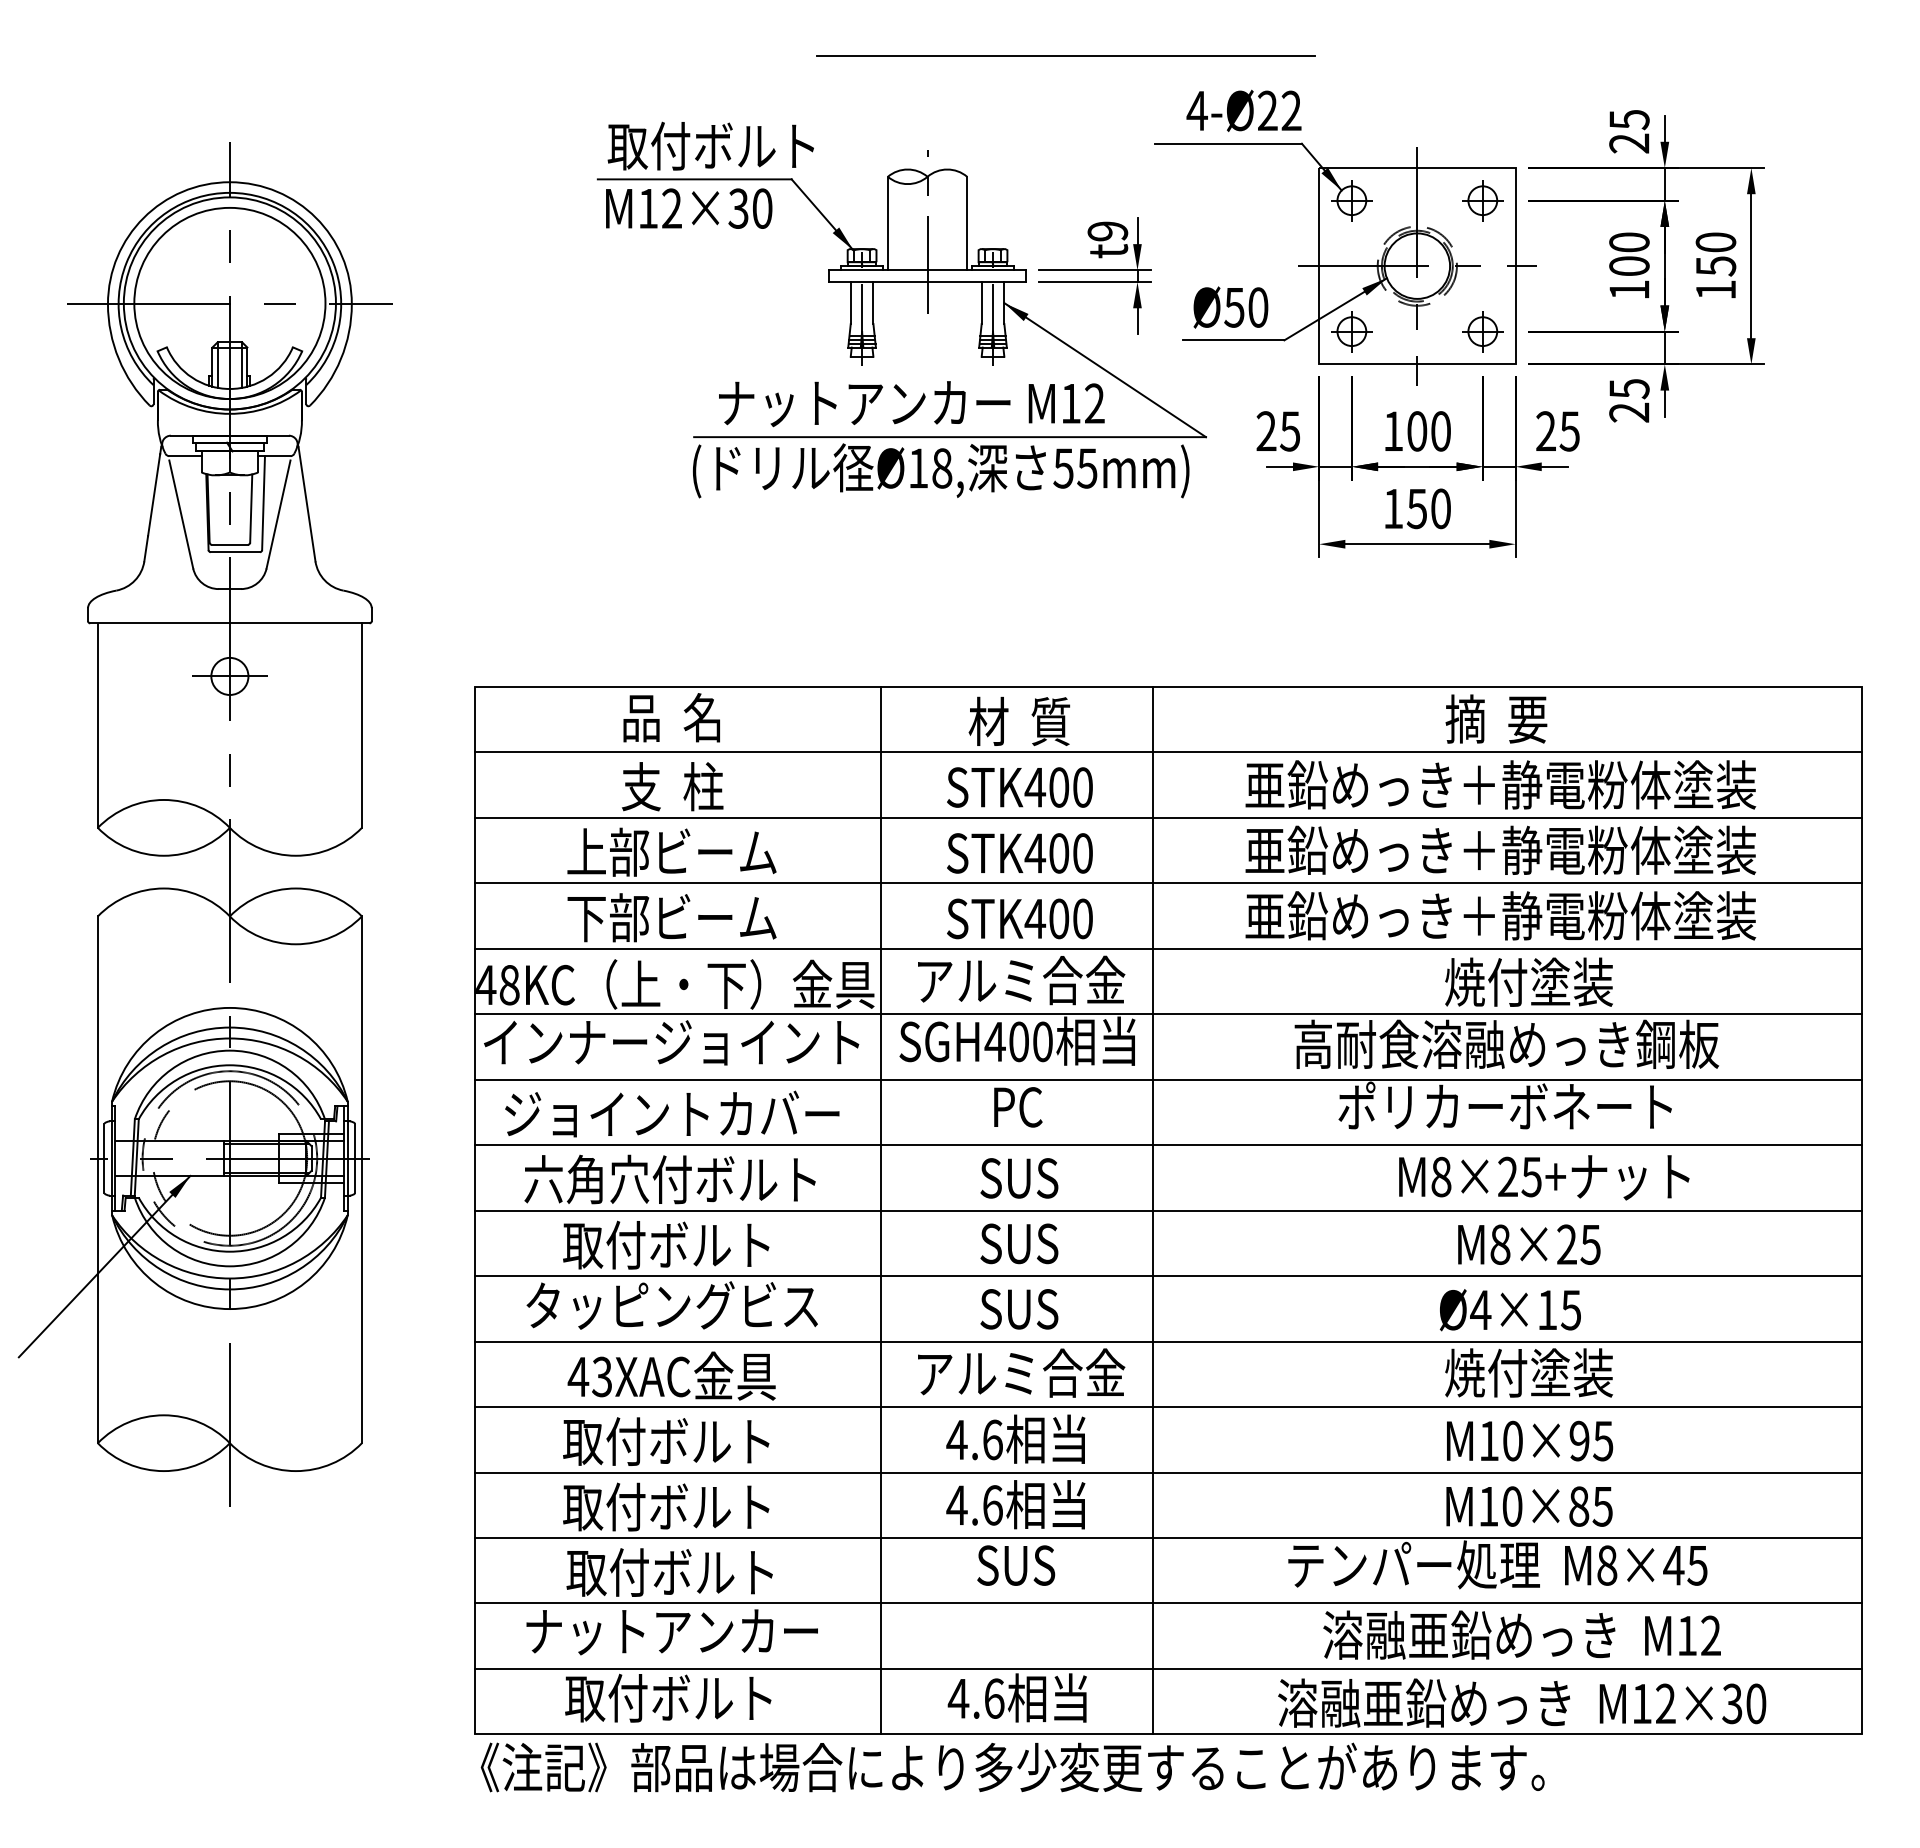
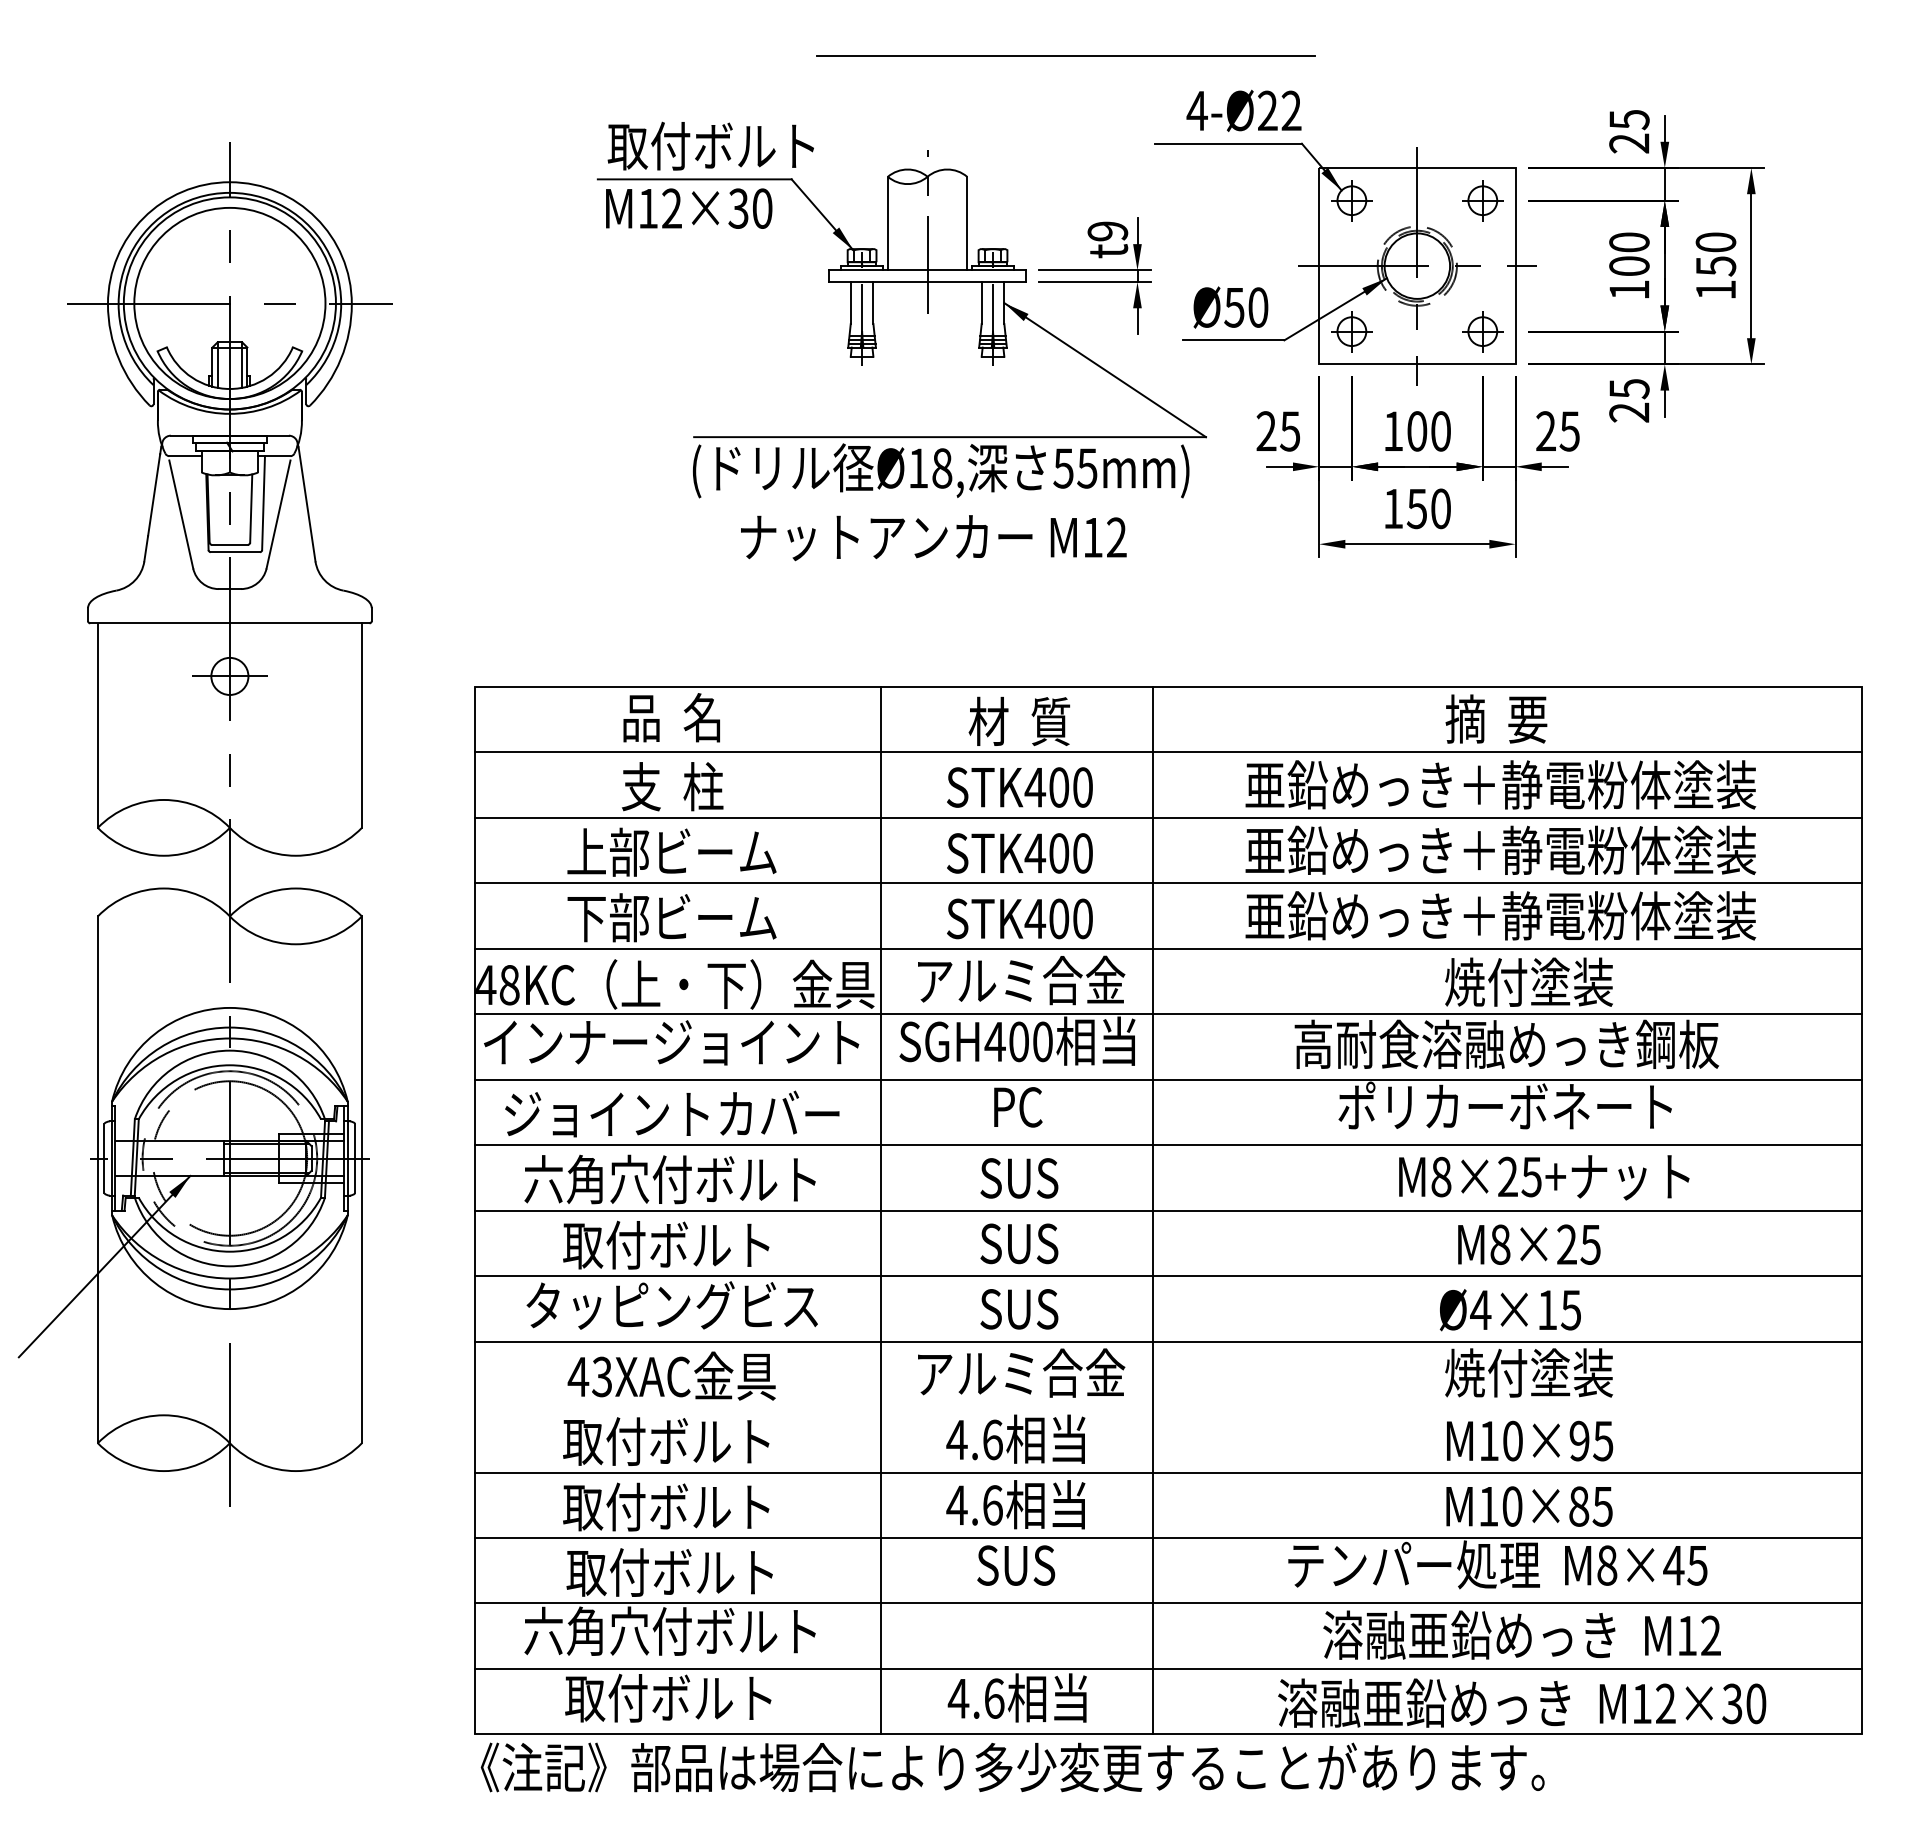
text at (911, 404) position: (911, 404) -> (933, 538)
line at (1168, 1407): present -> none
text at (670, 1630): ナットアンカー -> 六角穴付ボルト
